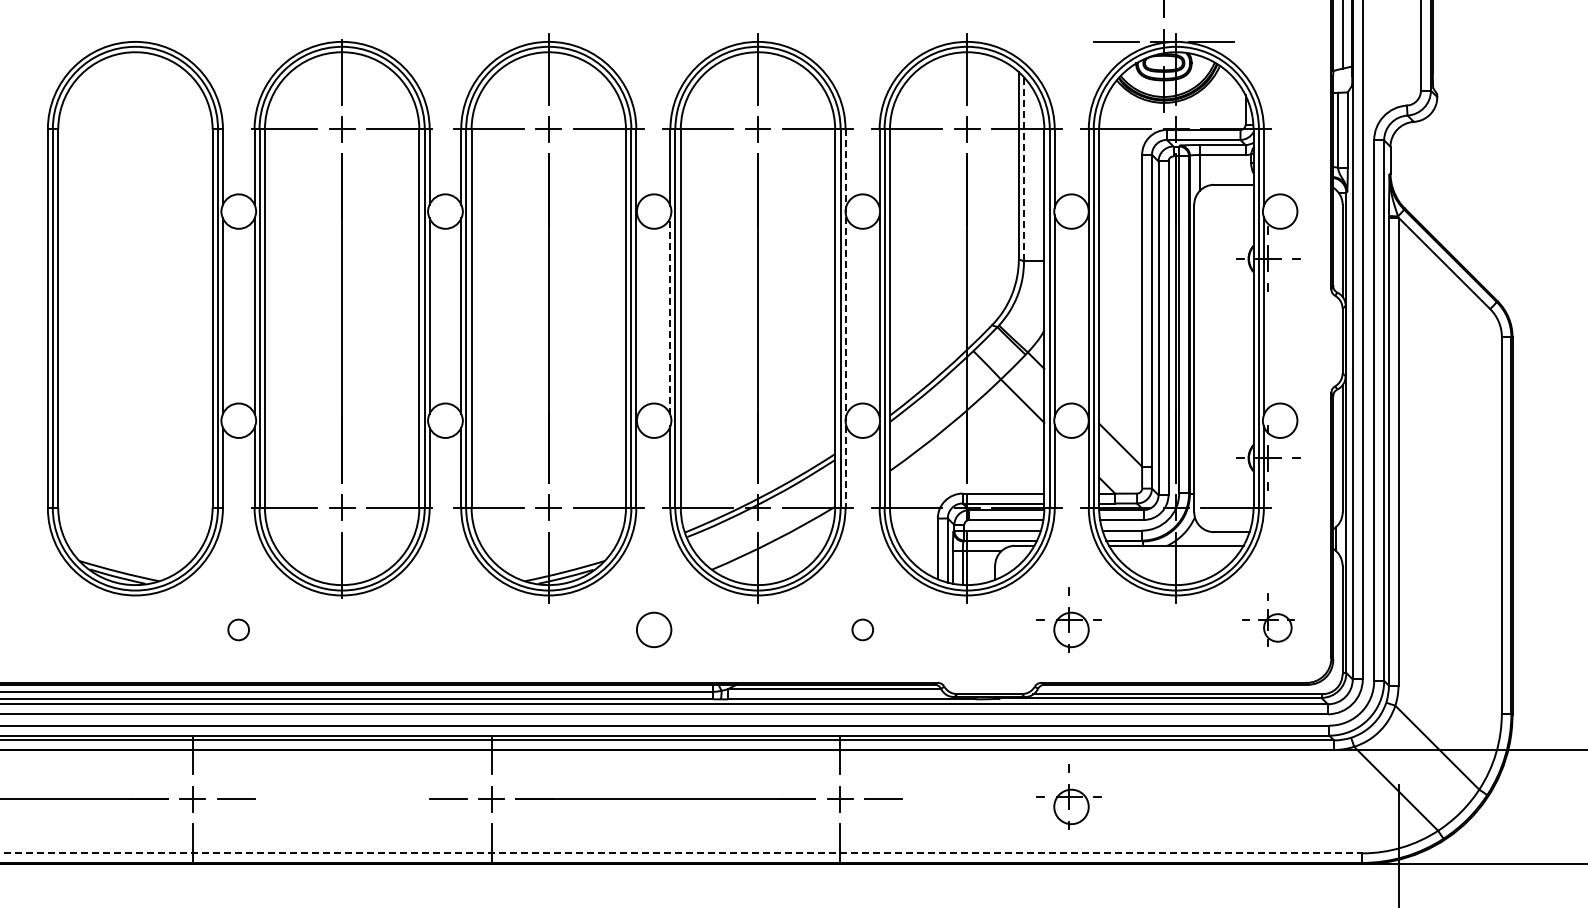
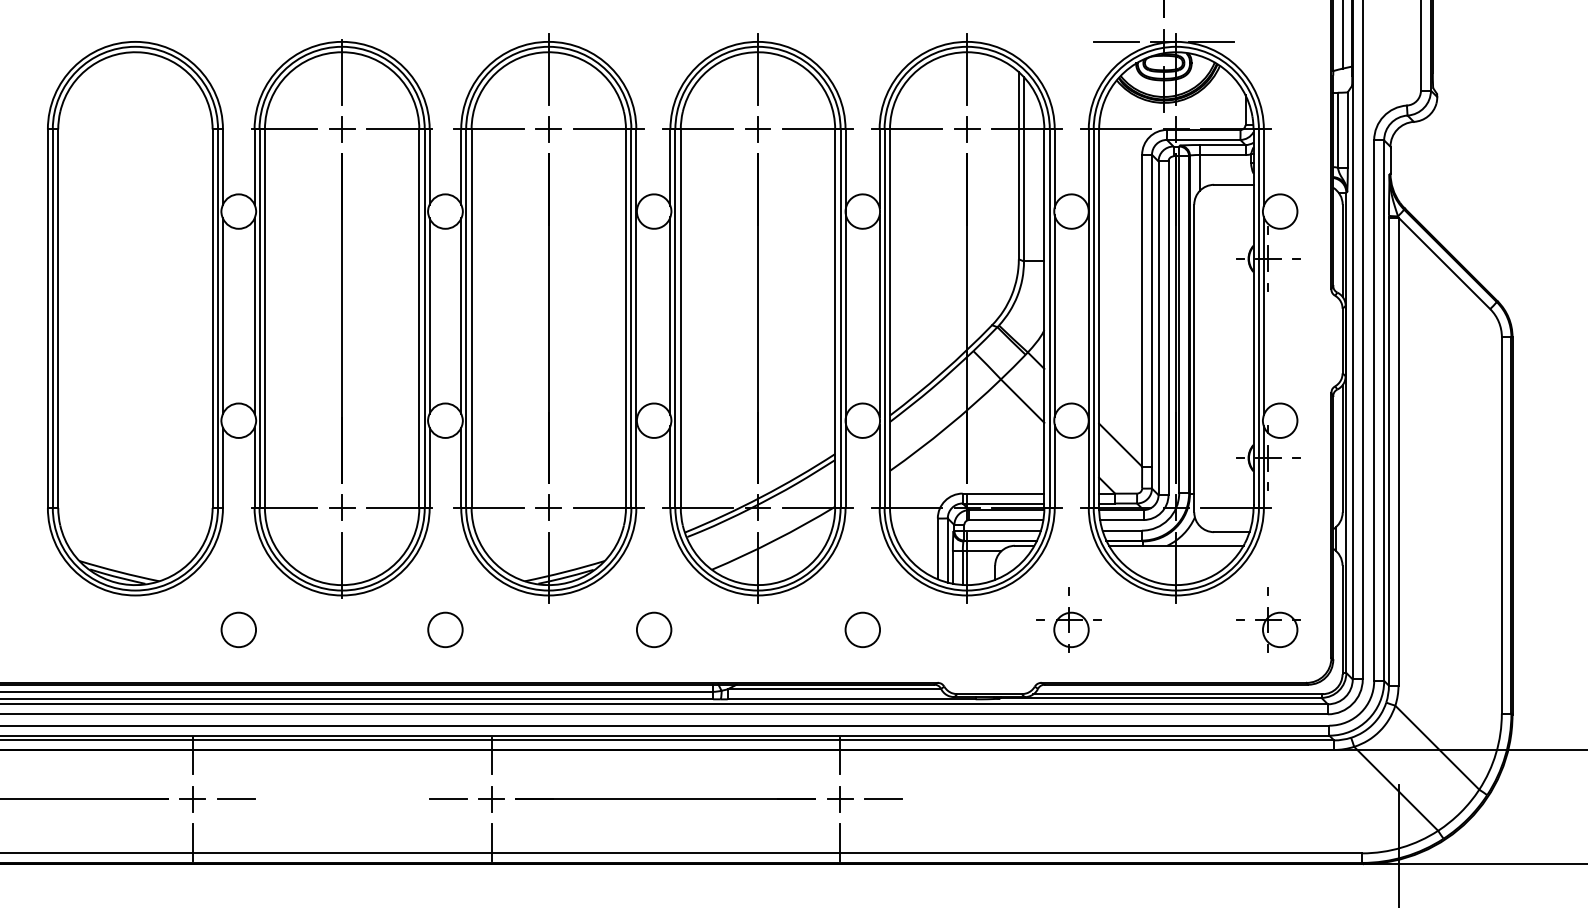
line at (1024, 168): dashed -> solid
line at (670, 316): dashed -> solid
line at (845, 319): dashed -> solid
part at (1268, 619) size: 53x54 px -> 65x66 px
circle at (238, 629) size: 23x24 px -> 37x38 px
circle at (445, 629): none -> present
circle at (862, 629) diameter: 21 px -> 34 px
part at (1068, 796): present -> none
line at (681, 853): dashed -> solid
